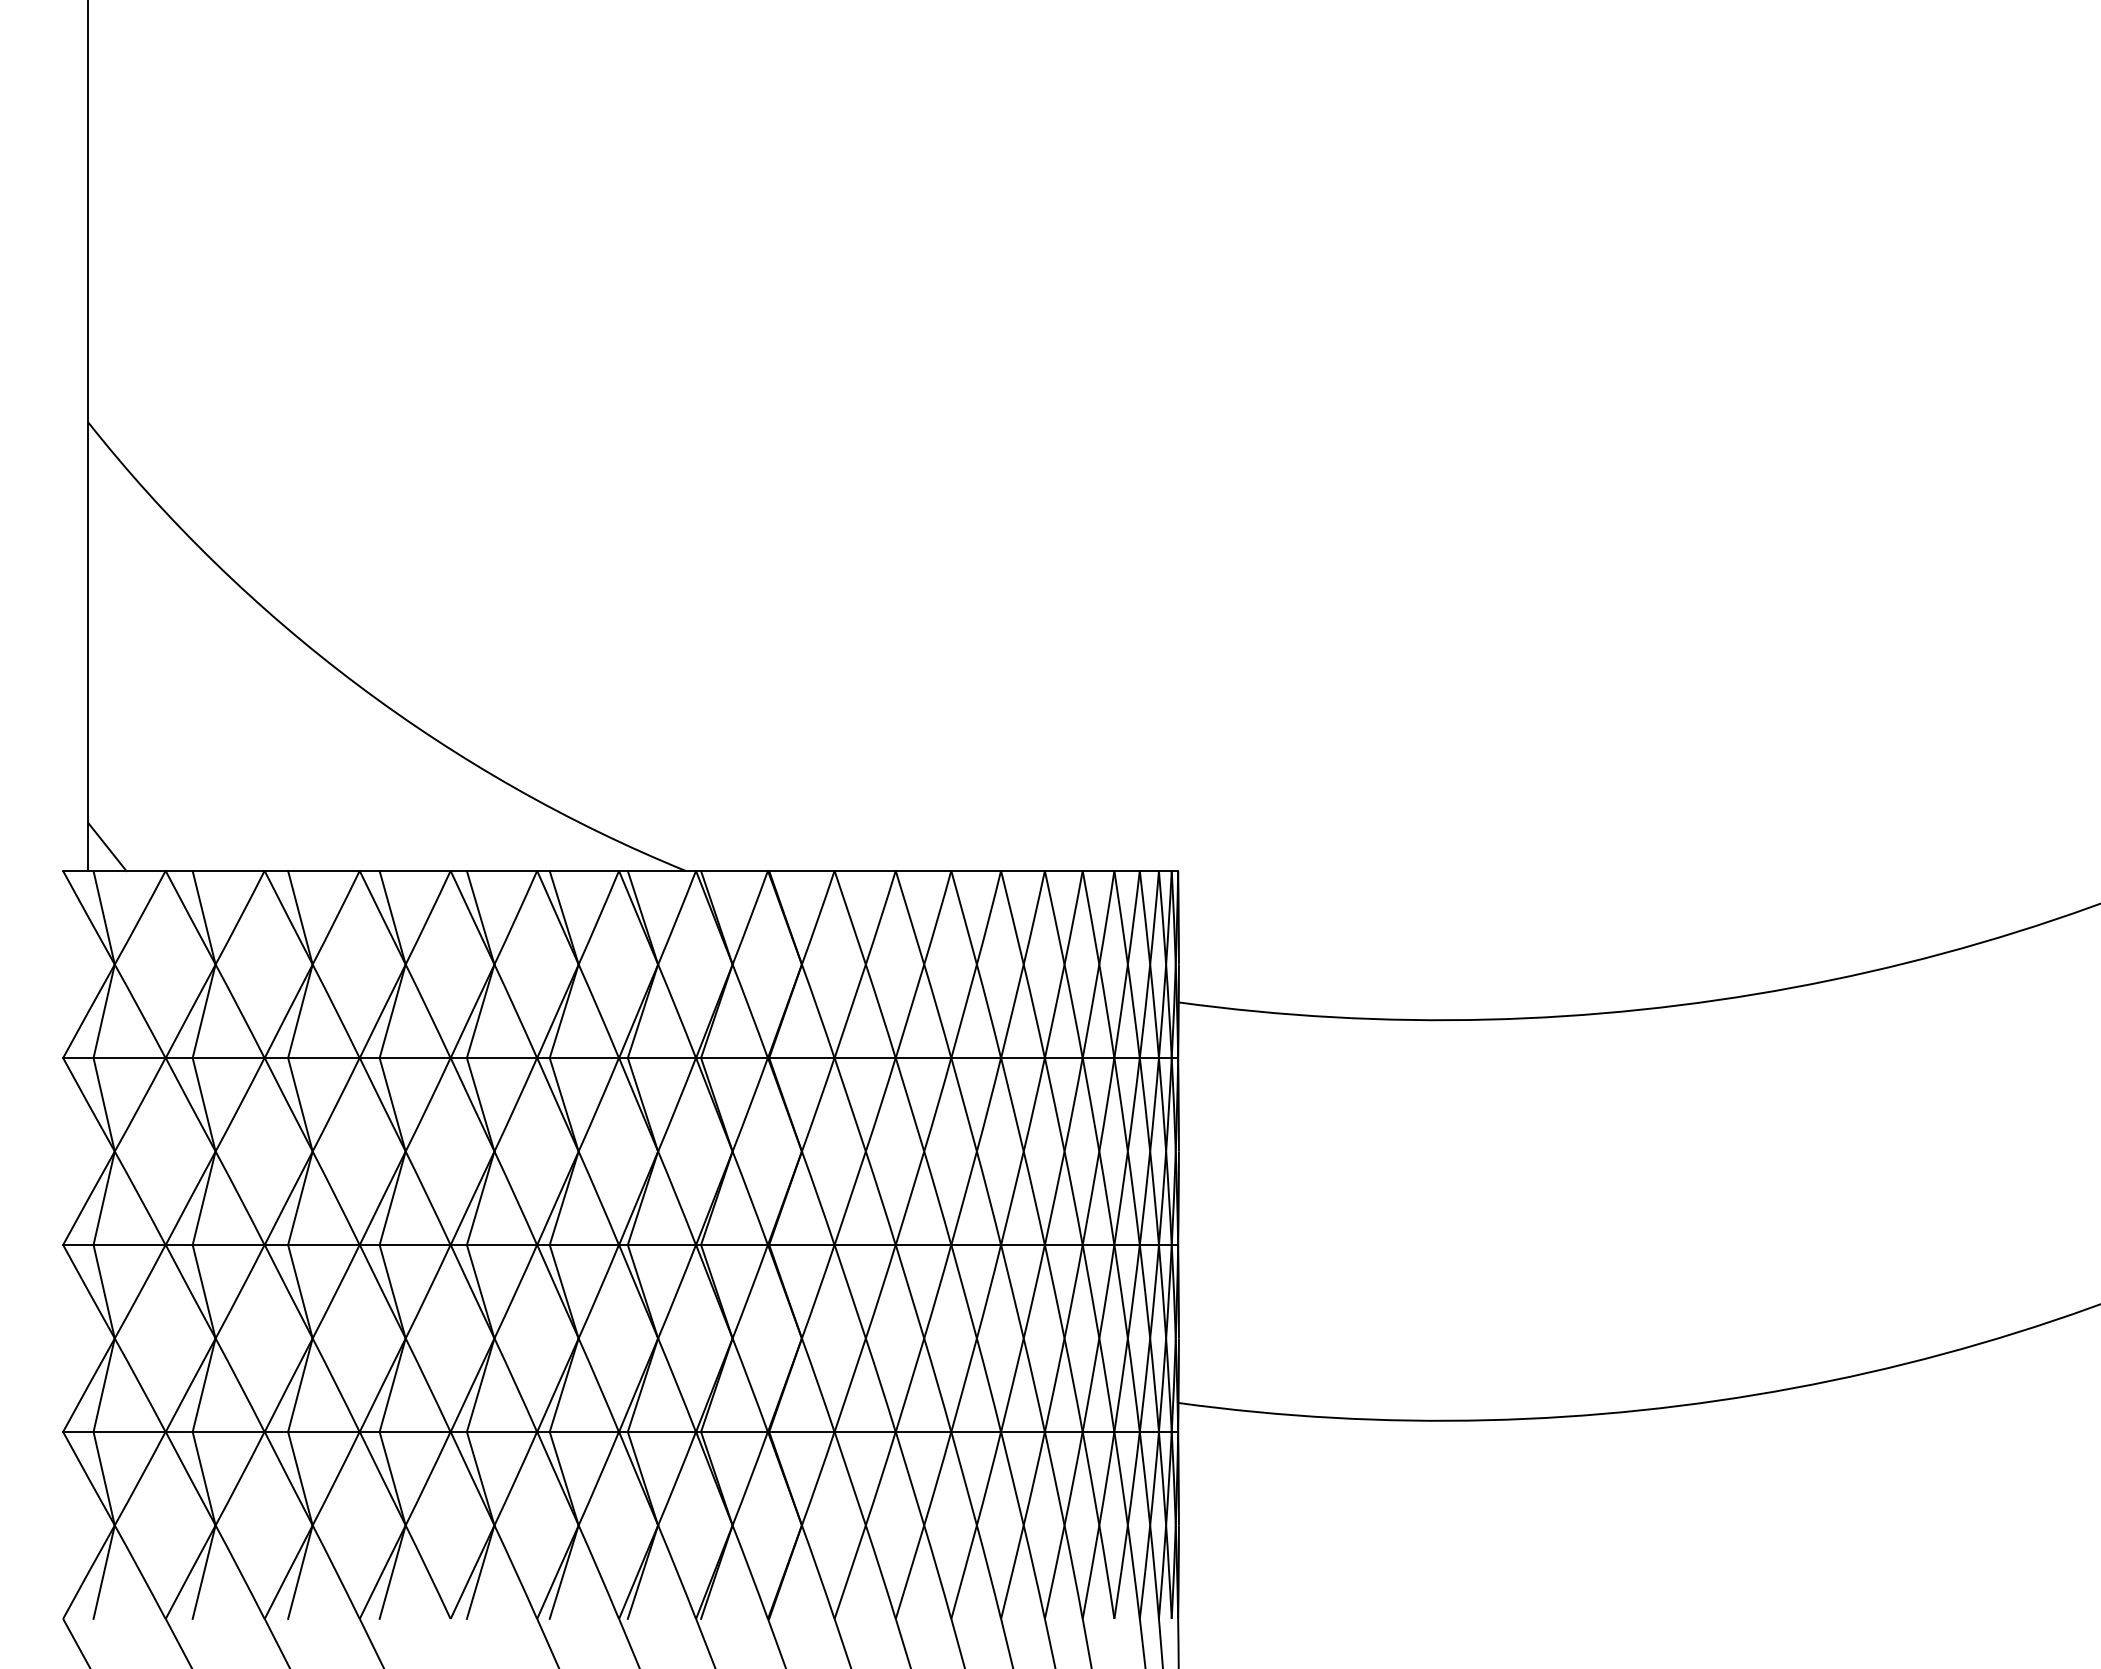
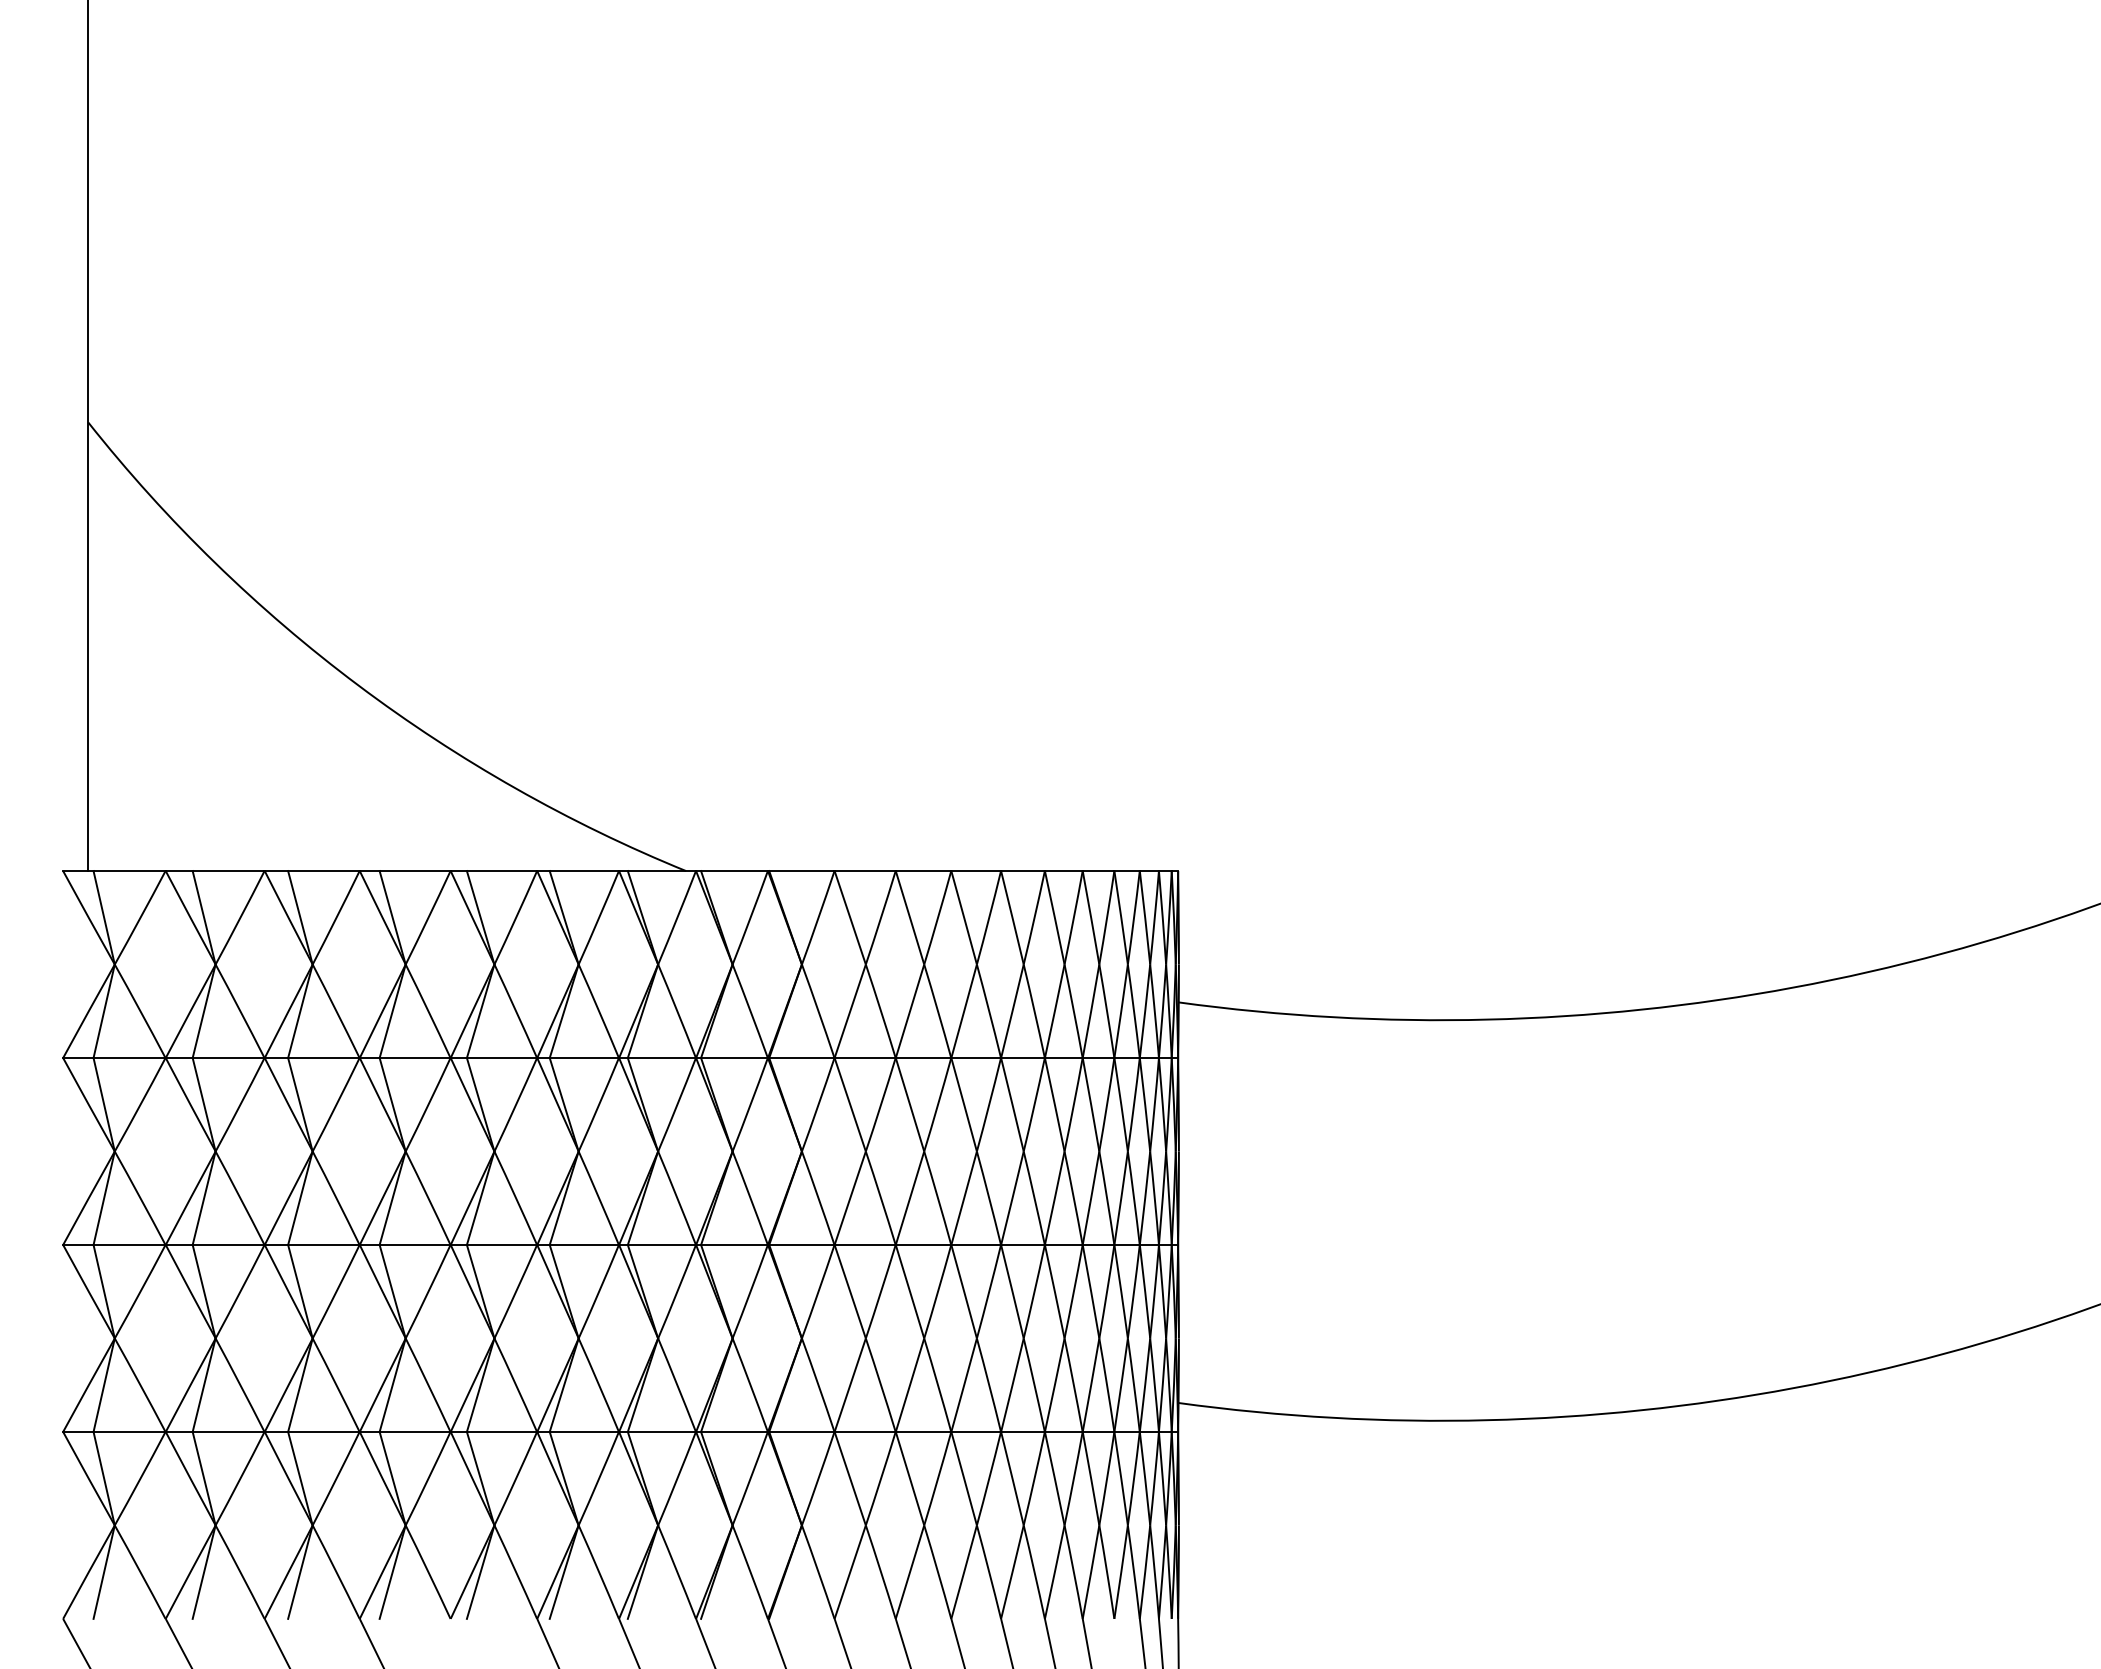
line at (107, 847): present -> none
